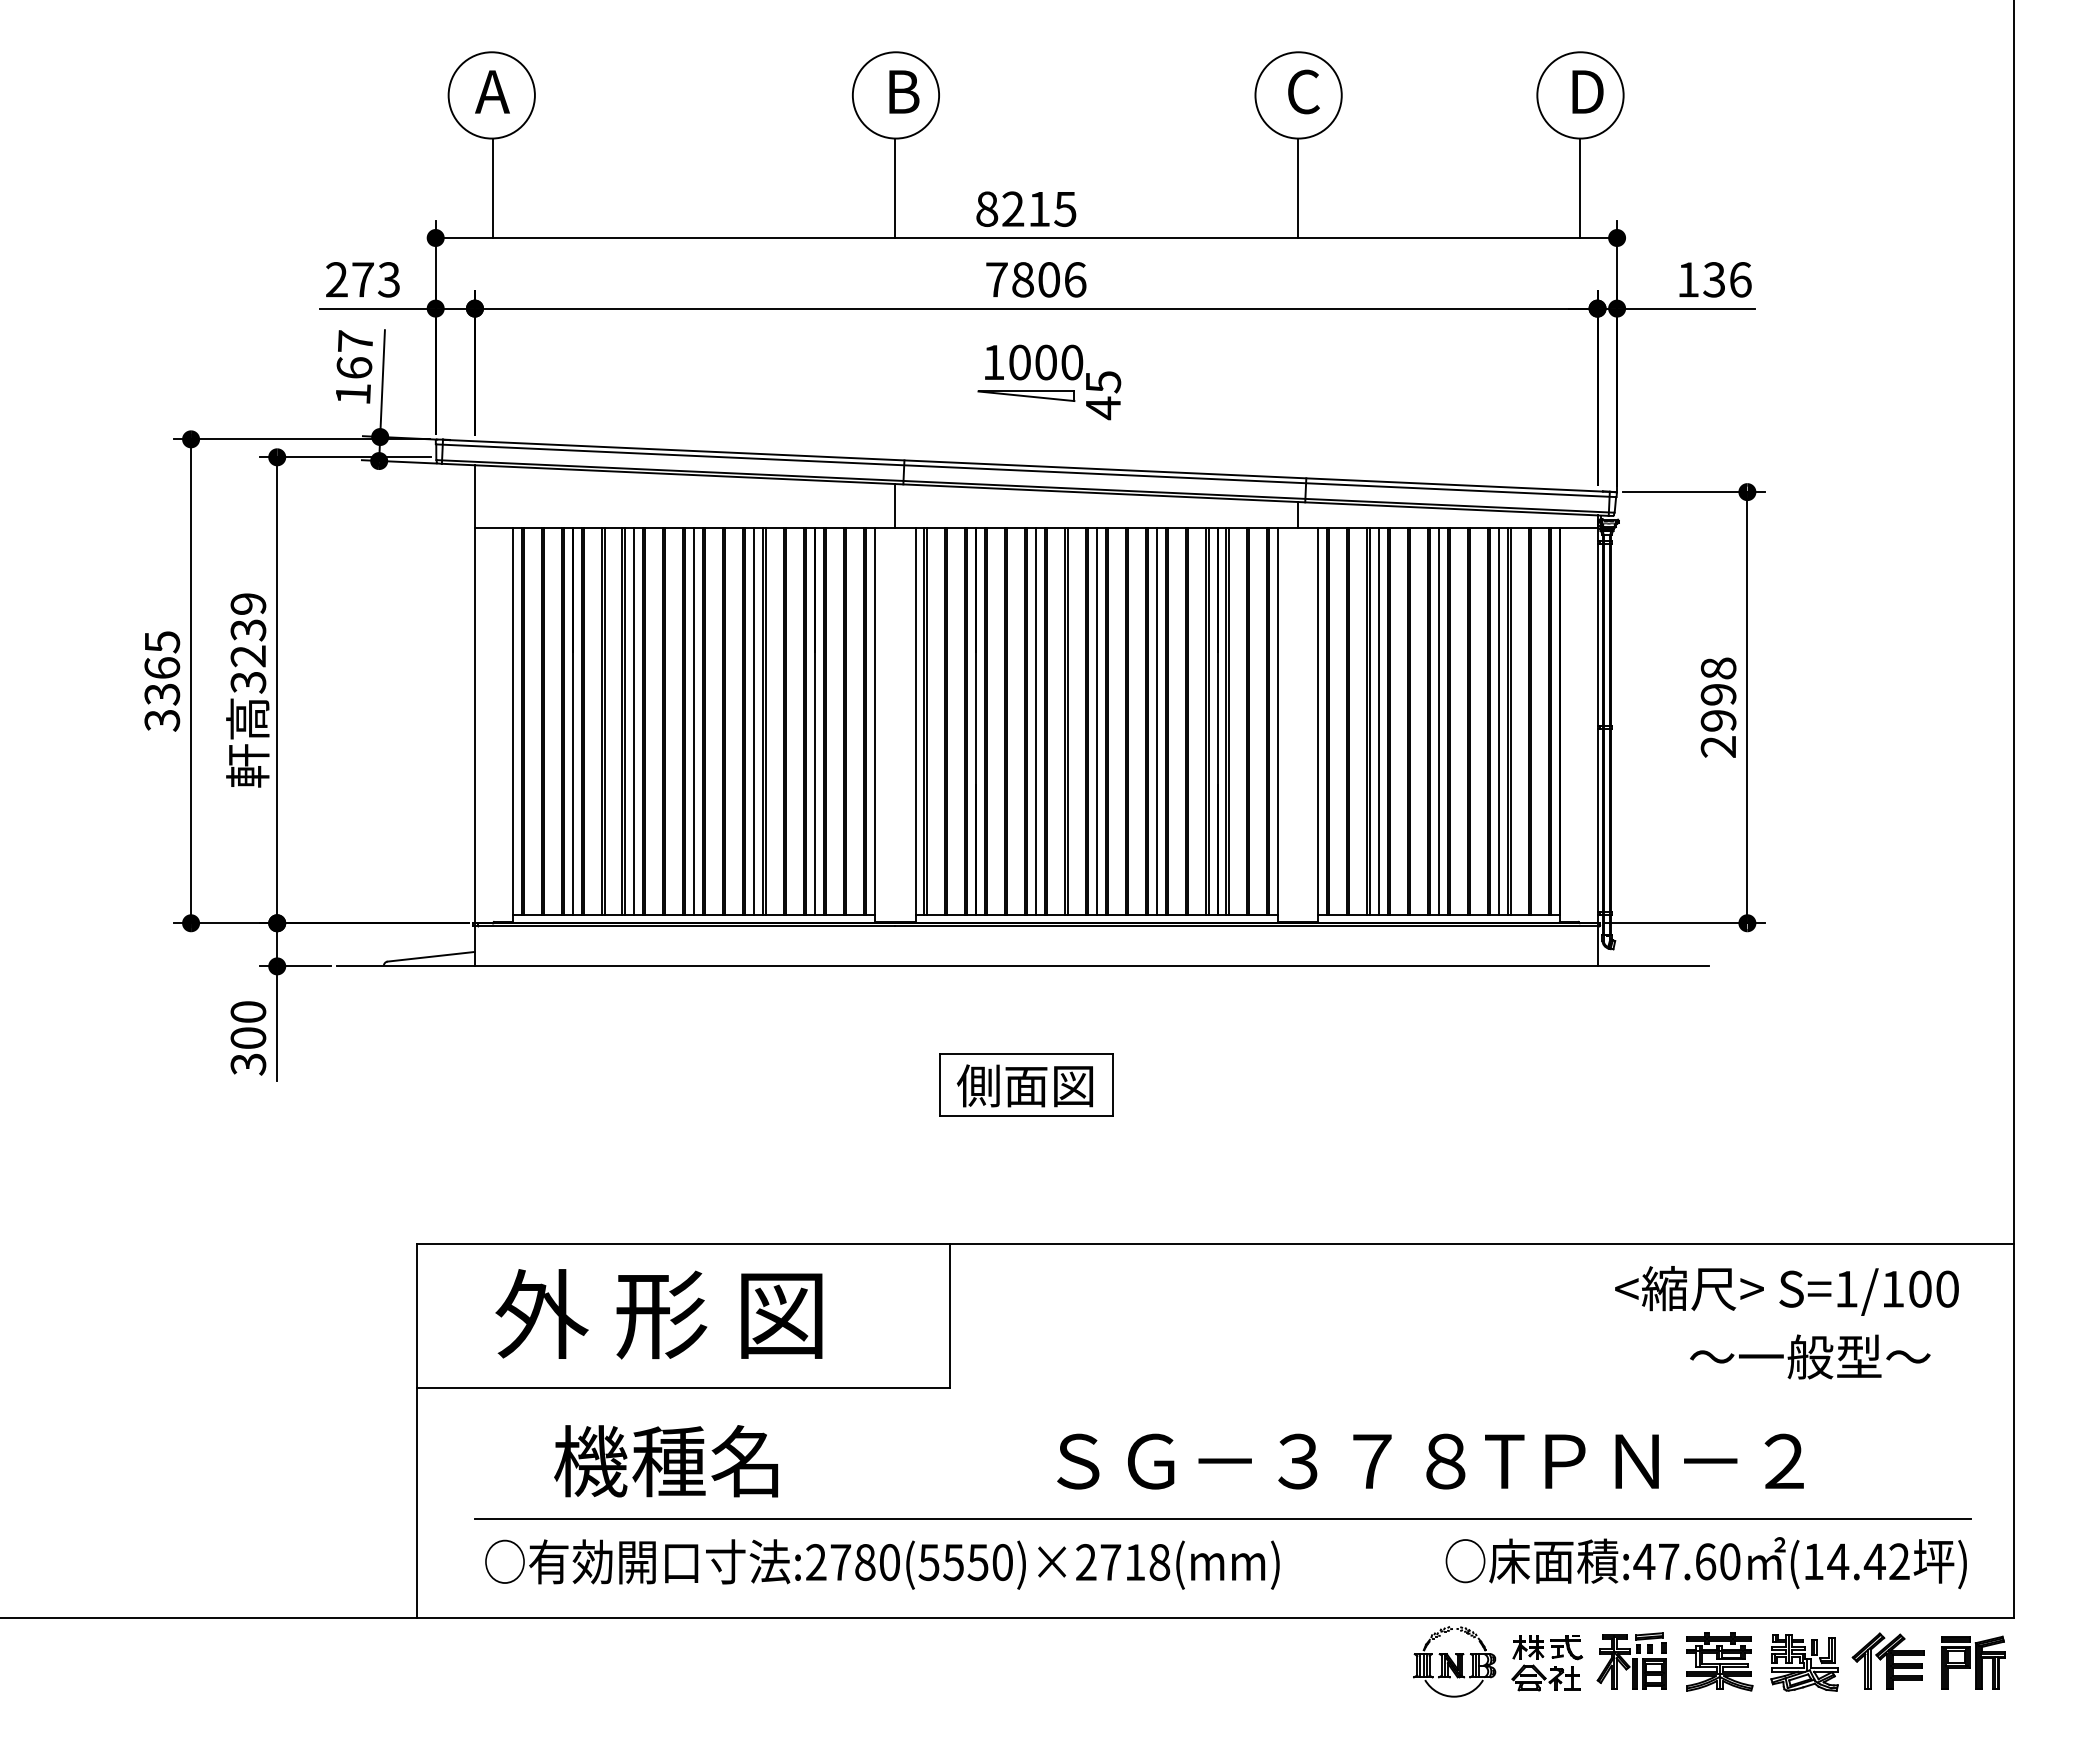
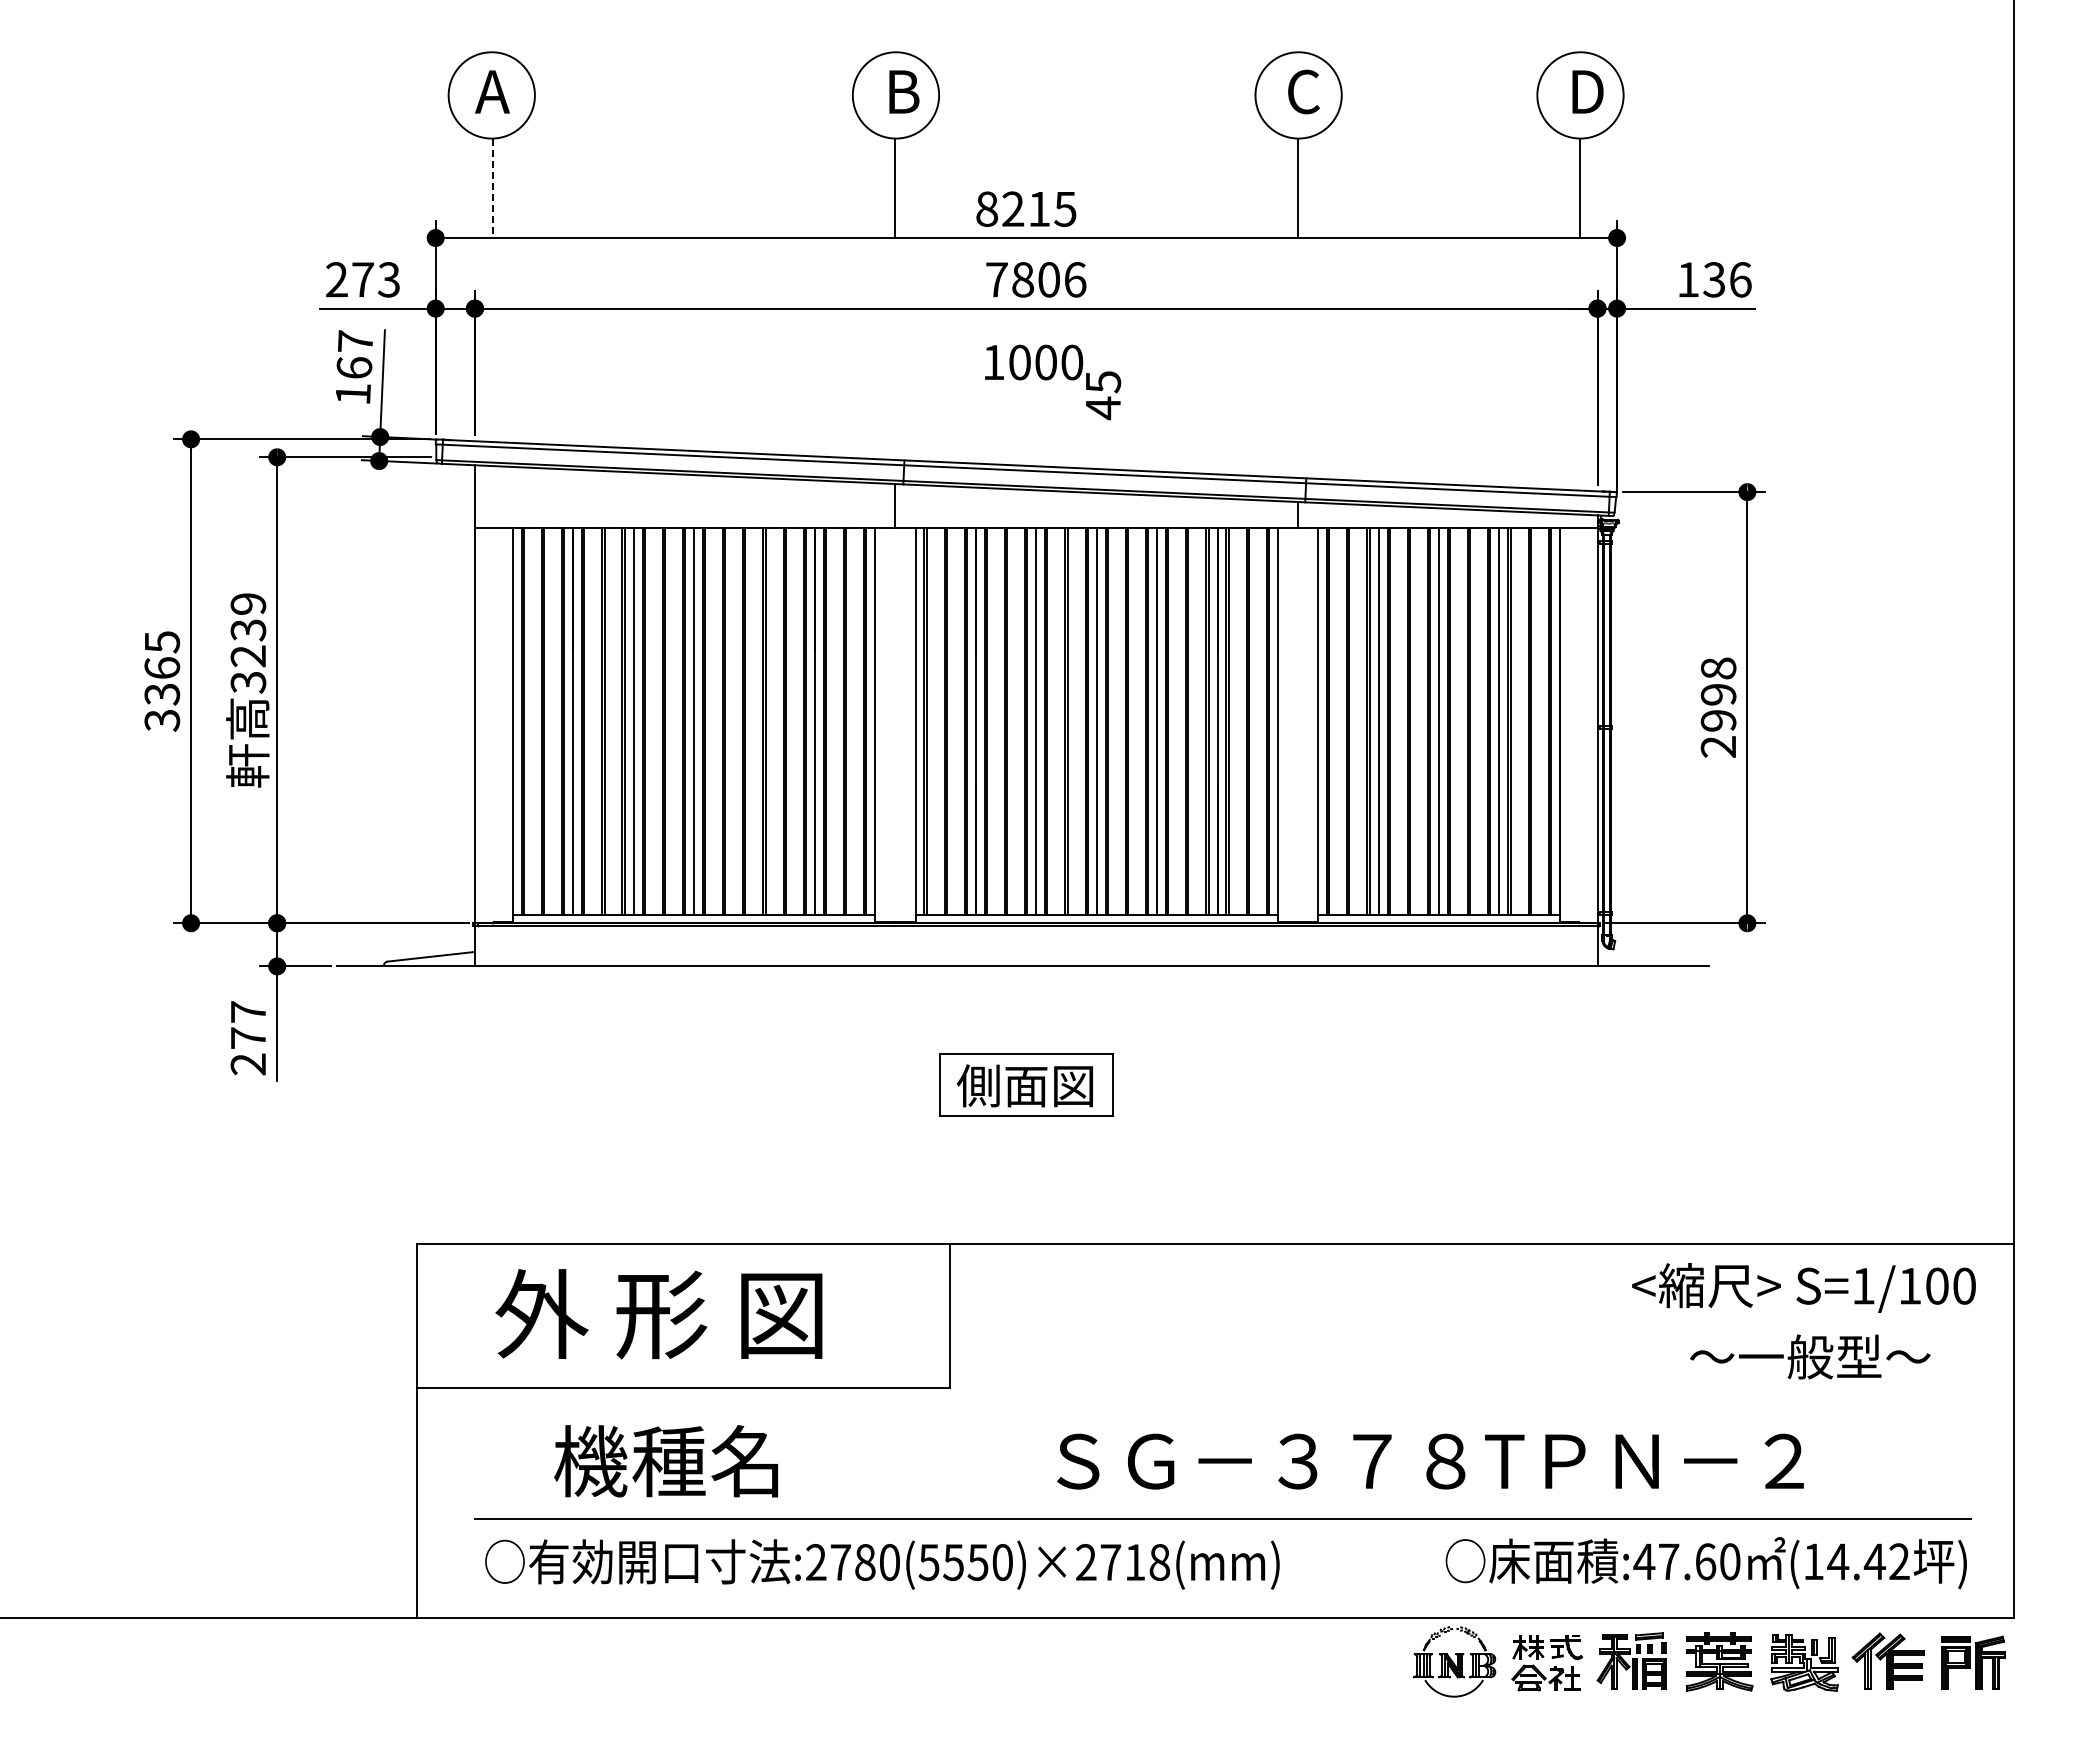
line at (492, 188): solid -> dashed
part at (1026, 395): present -> none
line at (754, 721): present -> none
text at (248, 1038): 300 -> 277
text at (1786, 1290) position: (1786, 1290) -> (1803, 1287)
